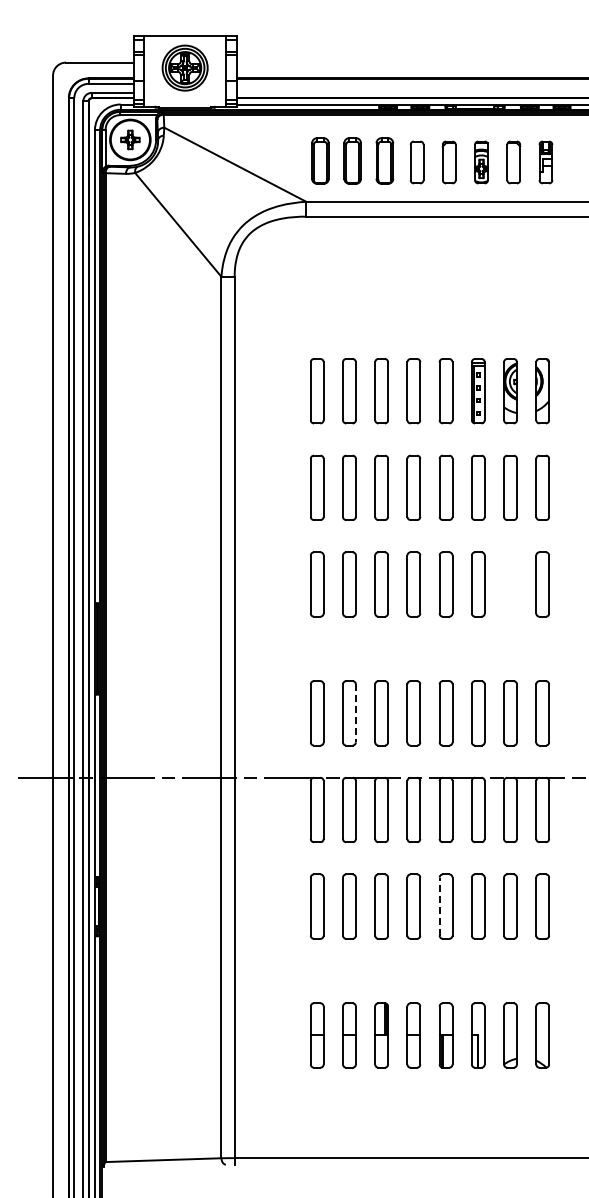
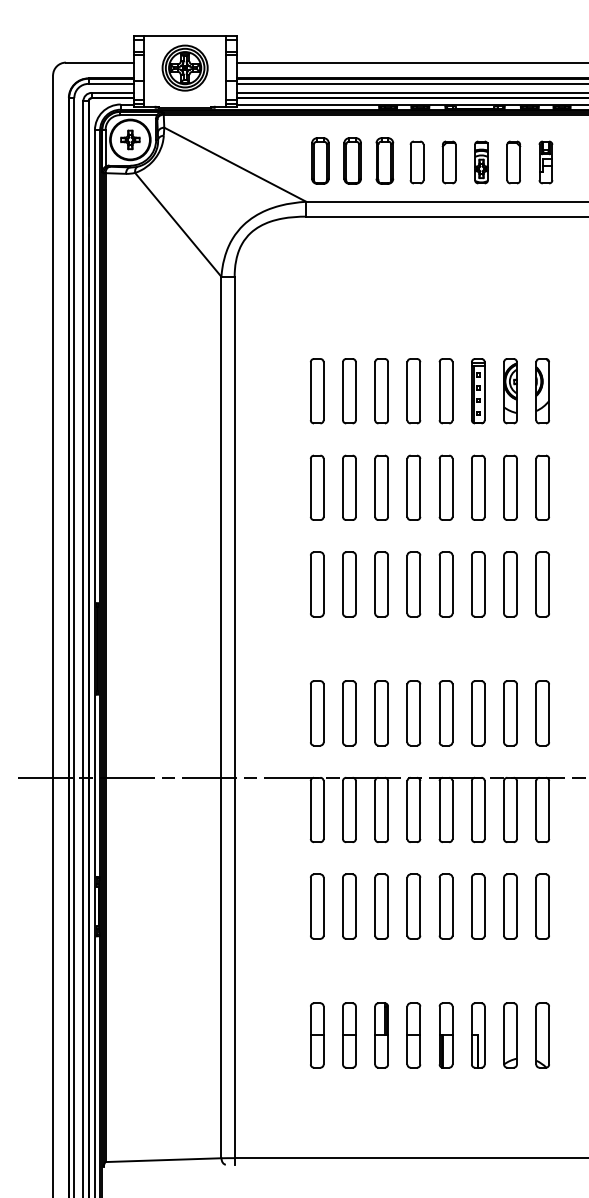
line at (410, 62): none -> present
line at (410, 83): none -> present
line at (410, 92): none -> present
part at (510, 584): none -> present
line at (355, 713): dashed -> solid
line at (439, 906): dashed -> solid
